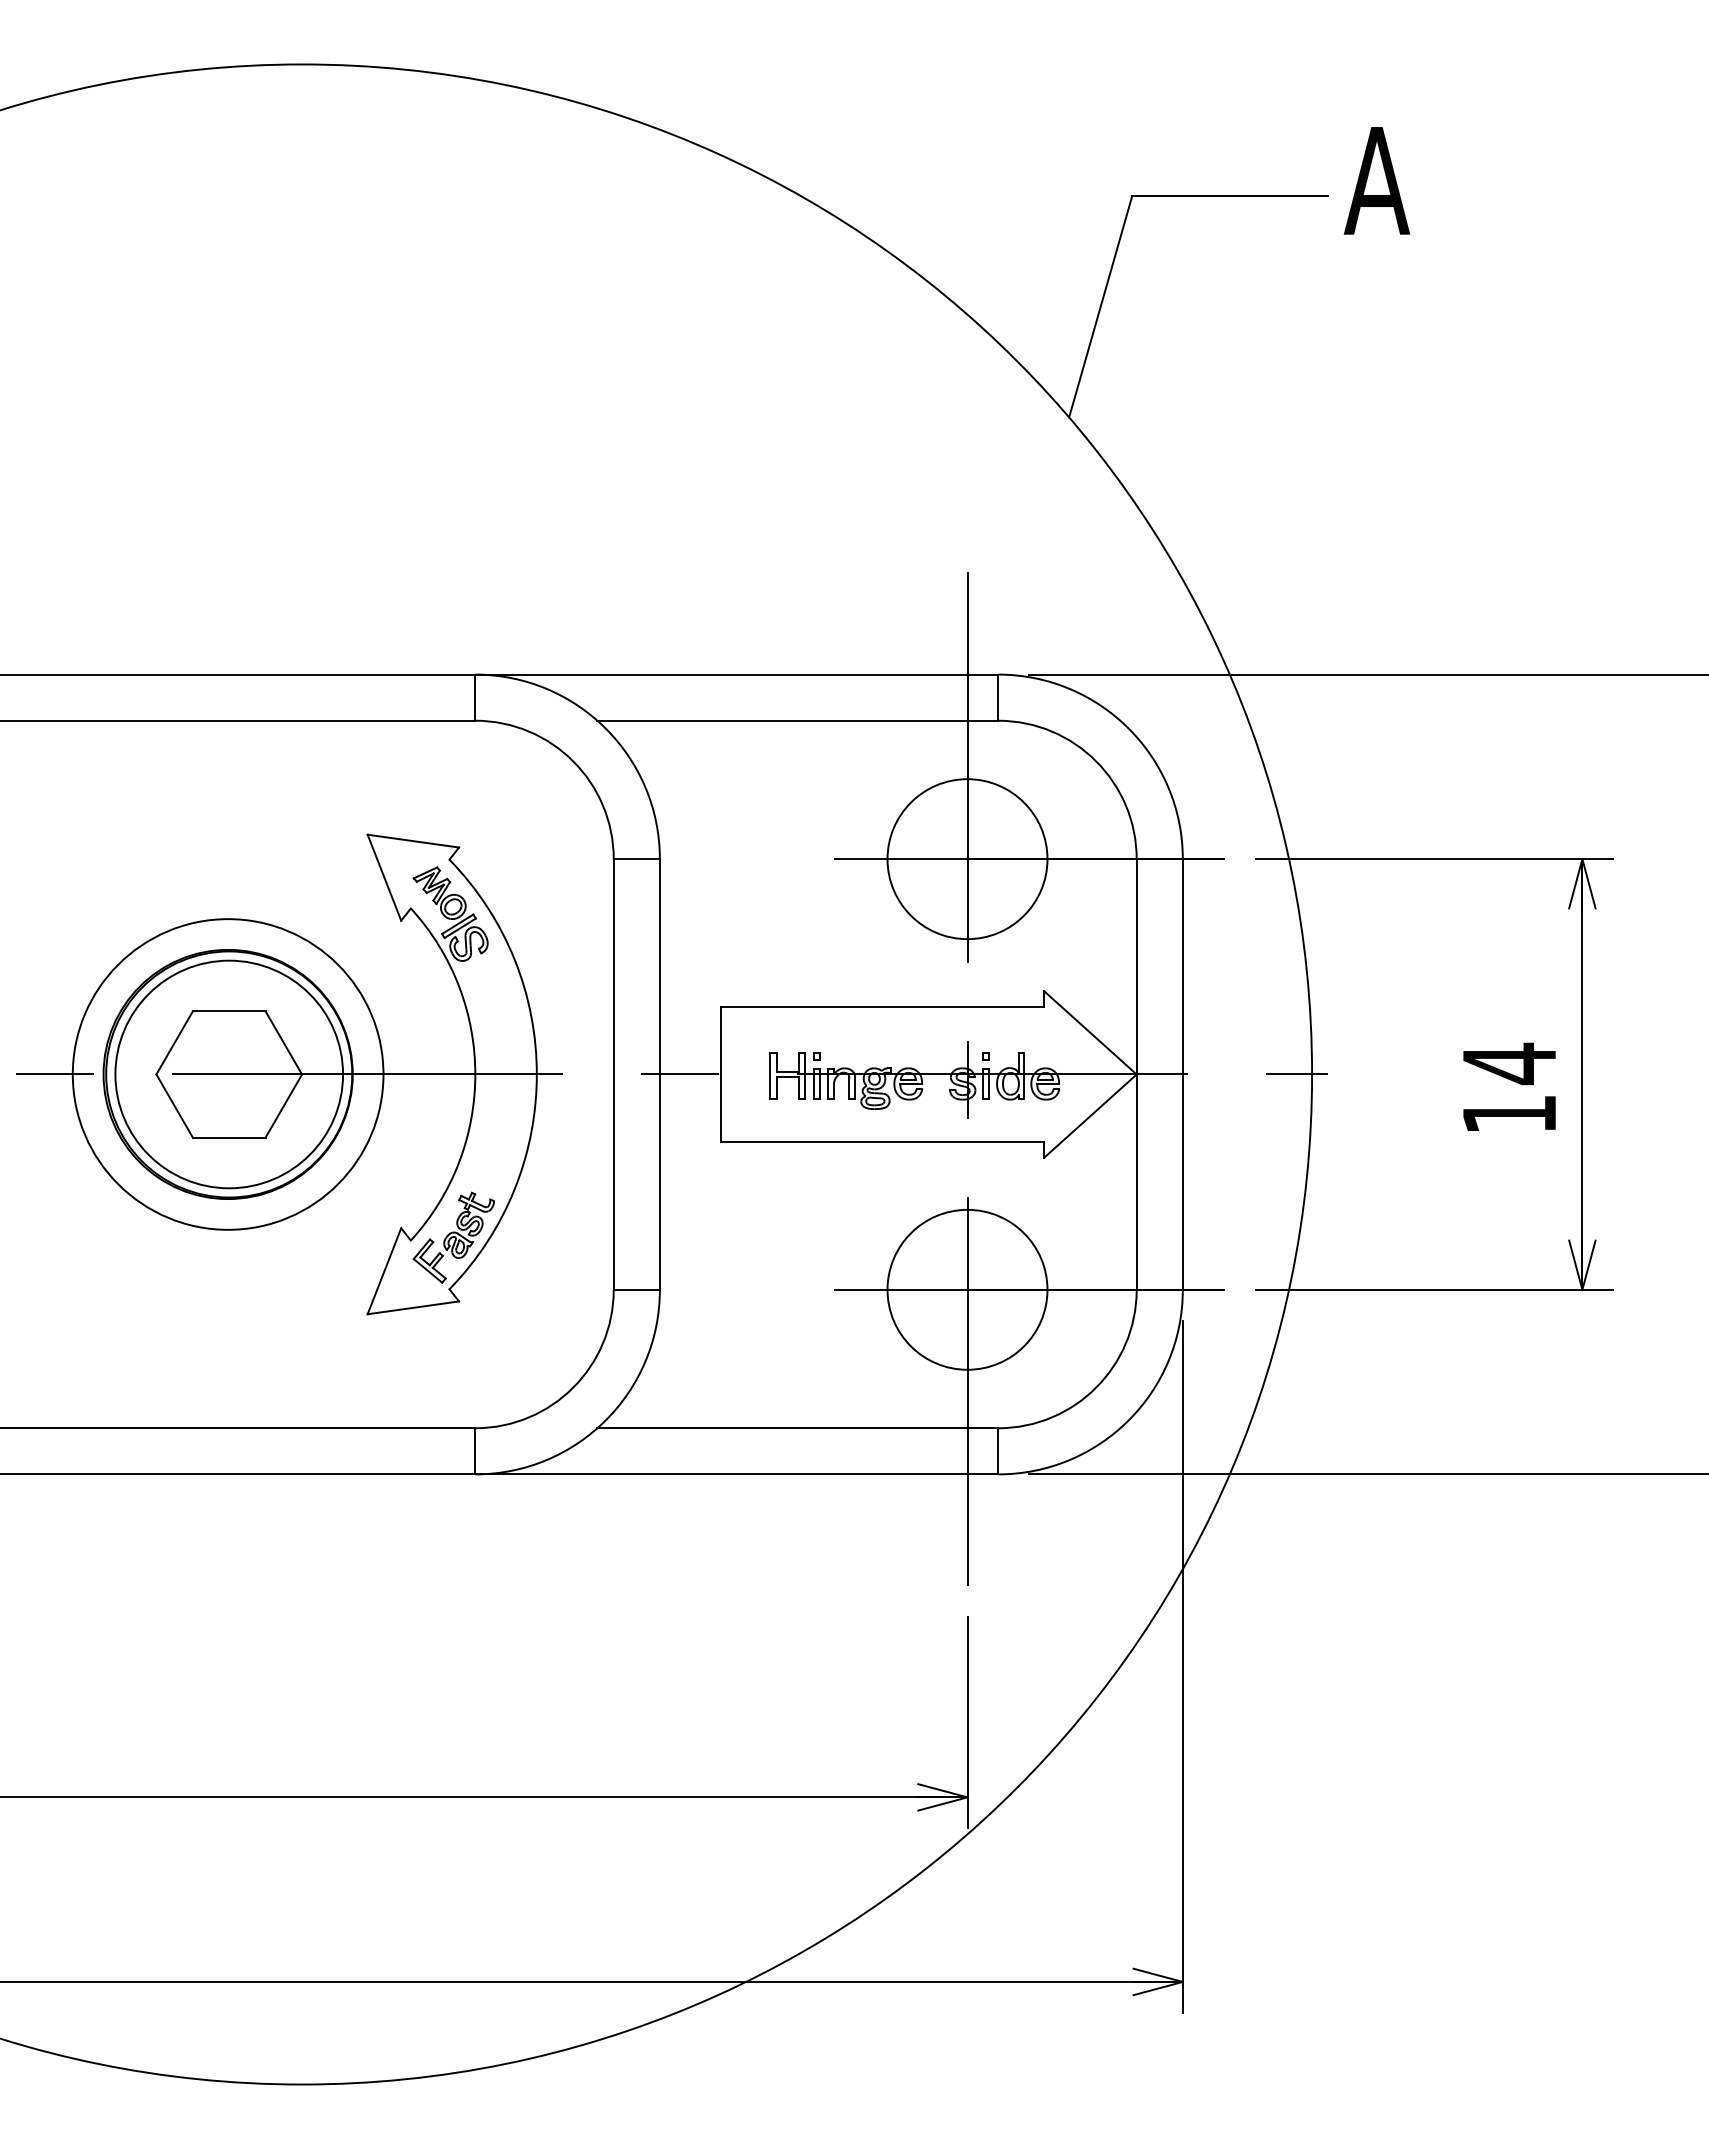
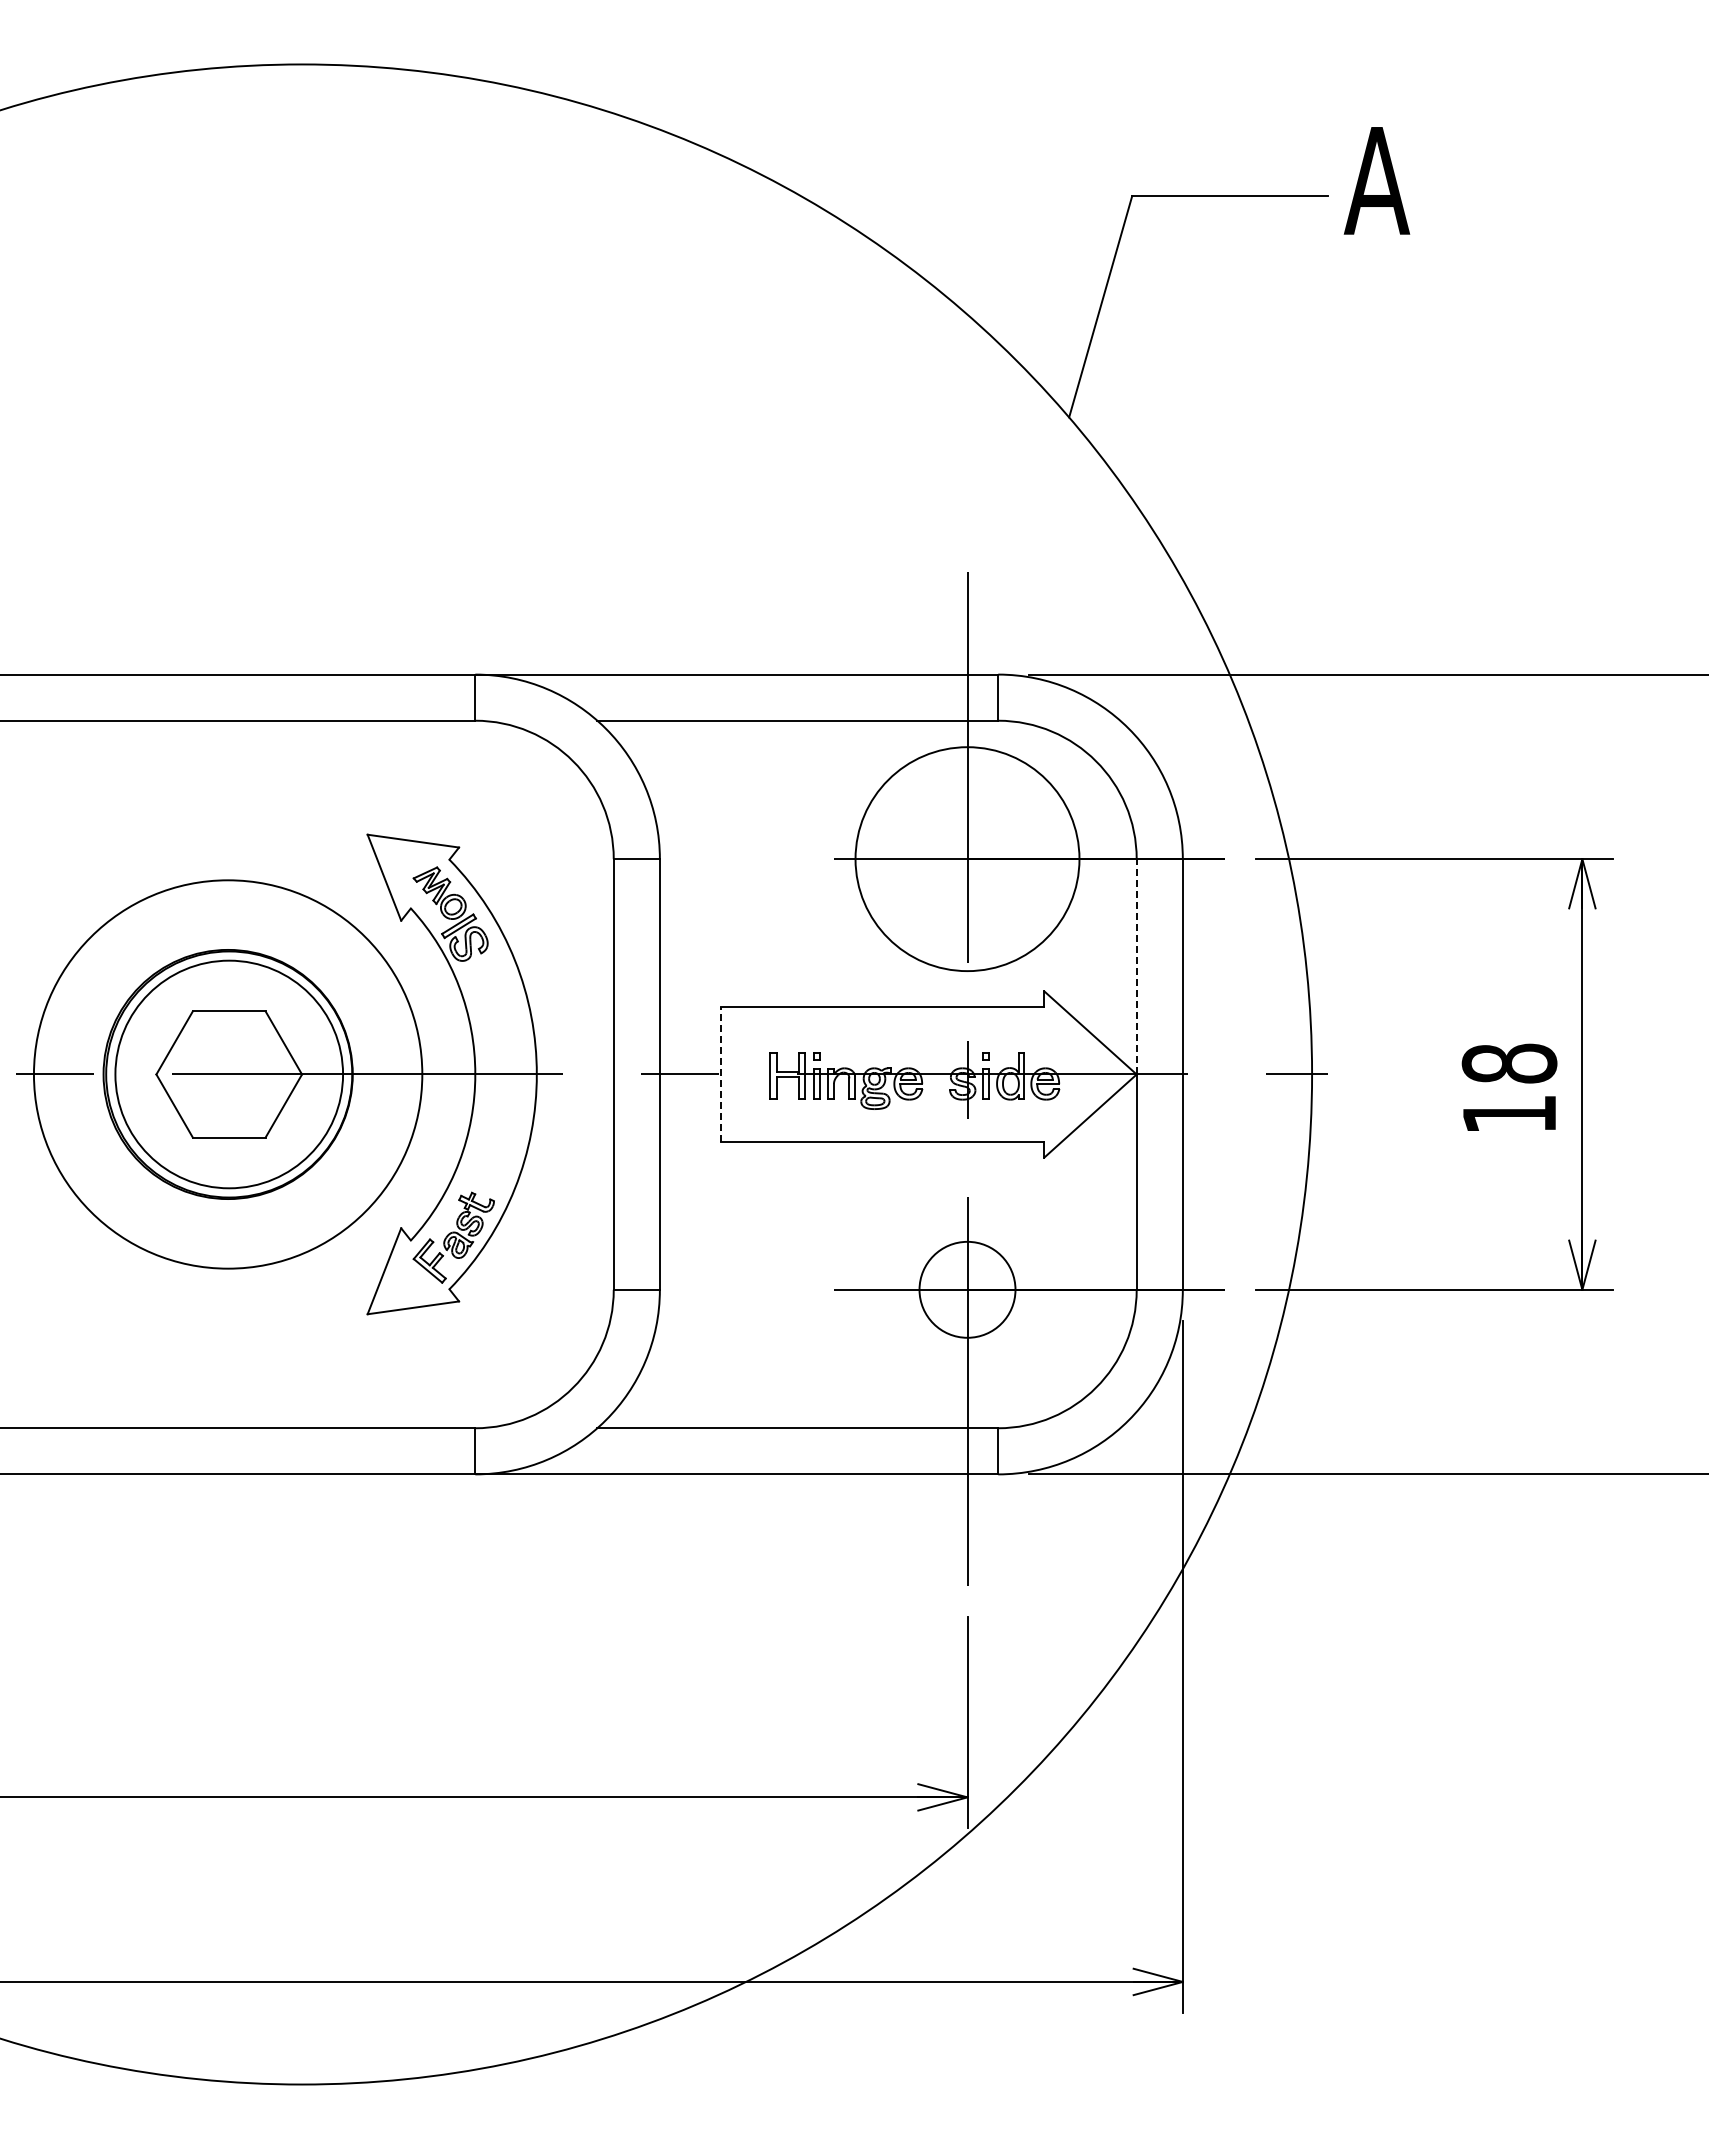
circle at (967, 859) diameter: 160 px -> 224 px
line at (1136, 966): solid -> dashed
text at (1509, 1063): 14 -> 18
circle at (227, 1074) diameter: 311 px -> 388 px
line at (721, 1074): solid -> dashed
circle at (967, 1289) diameter: 160 px -> 96 px
